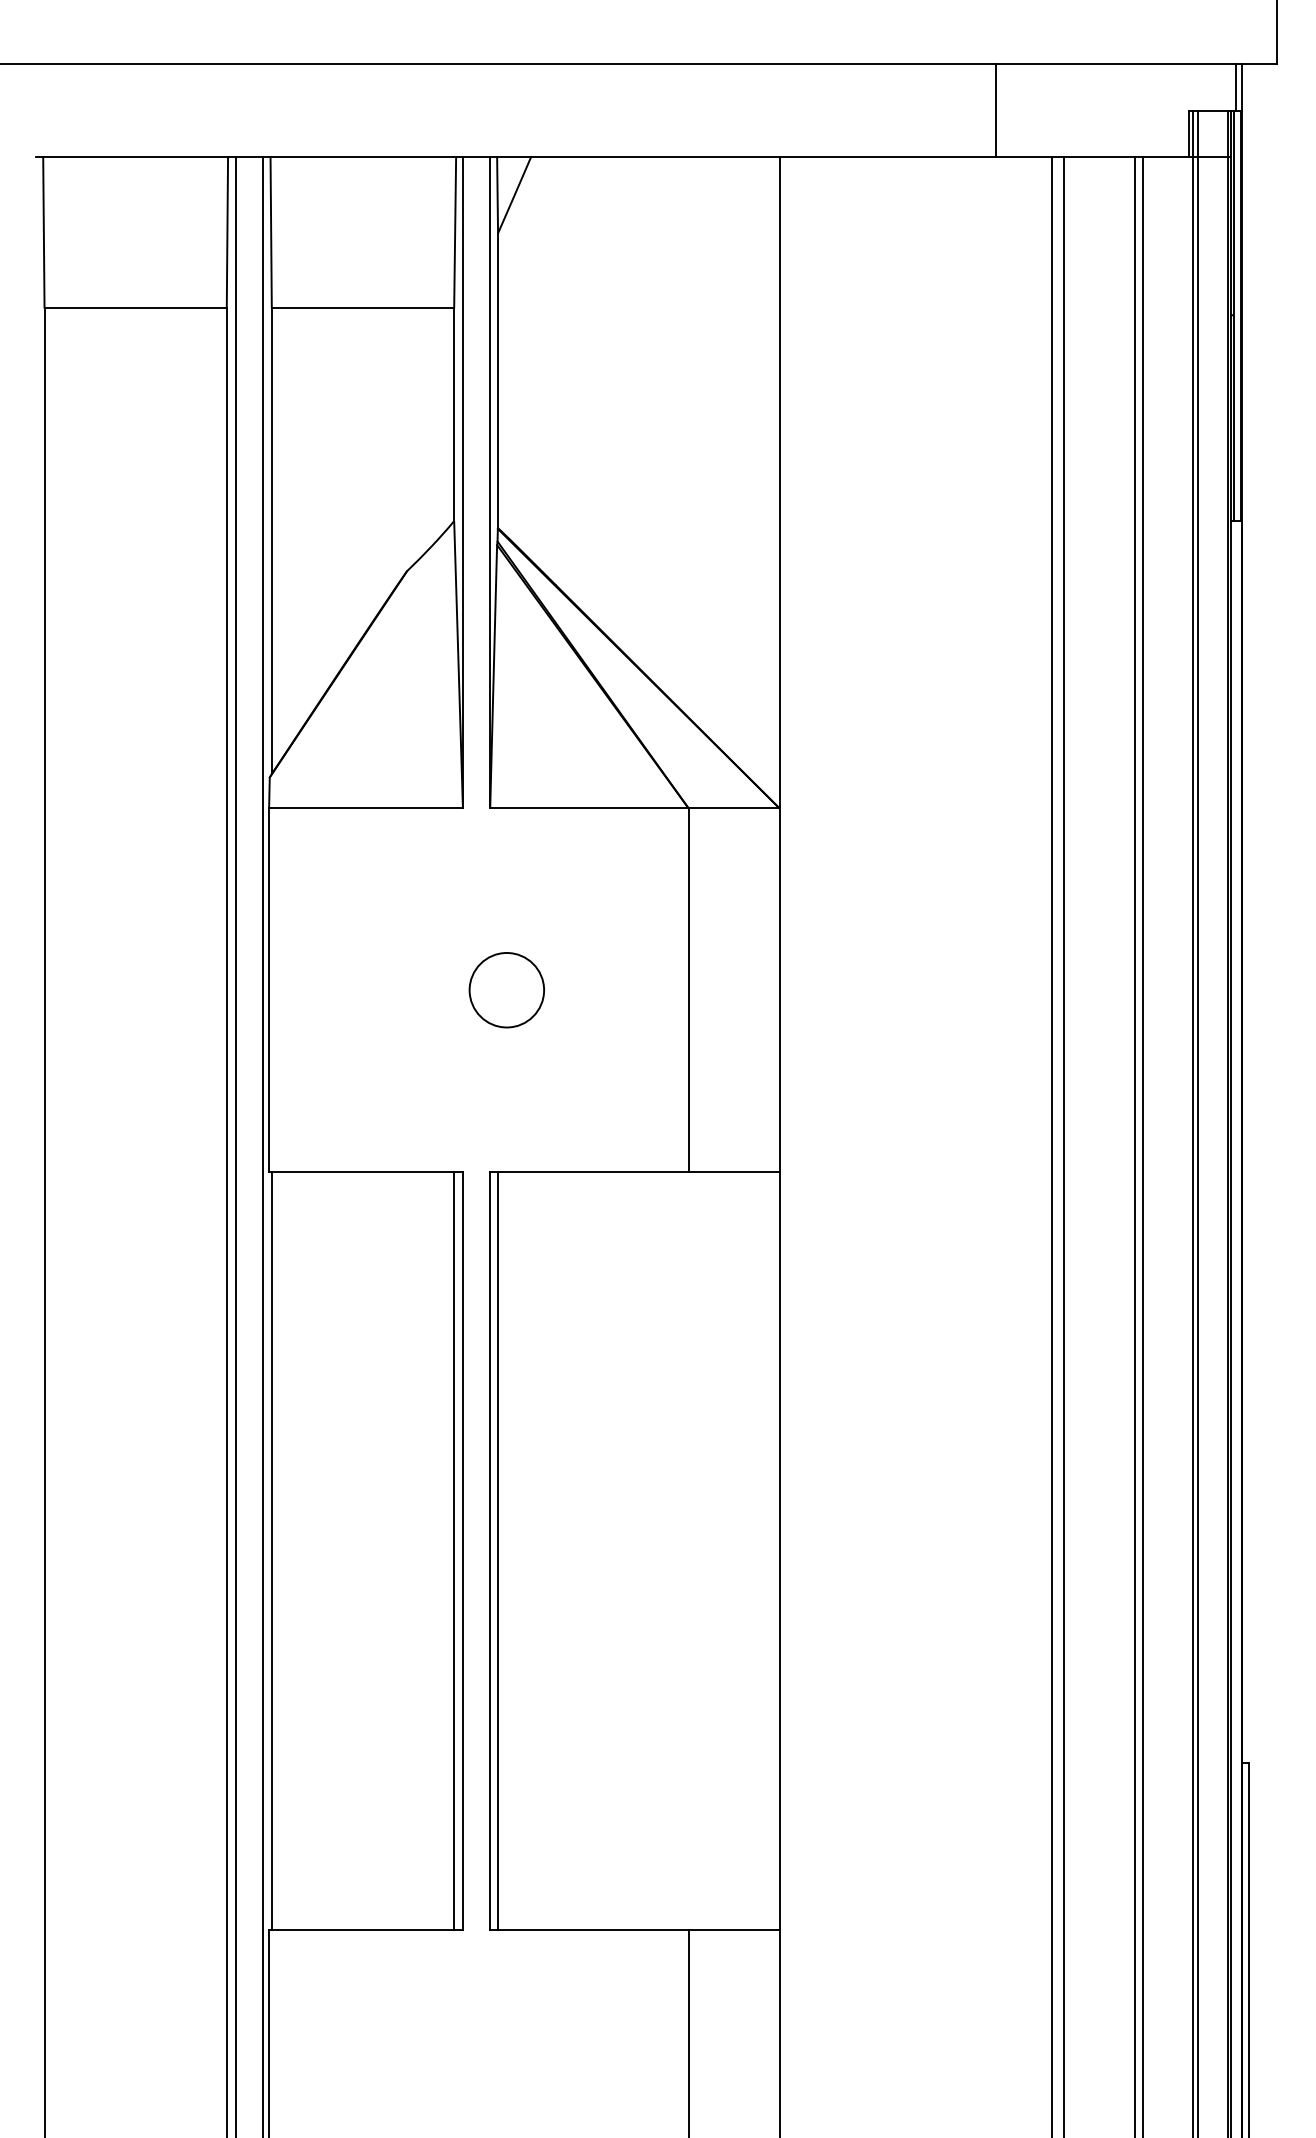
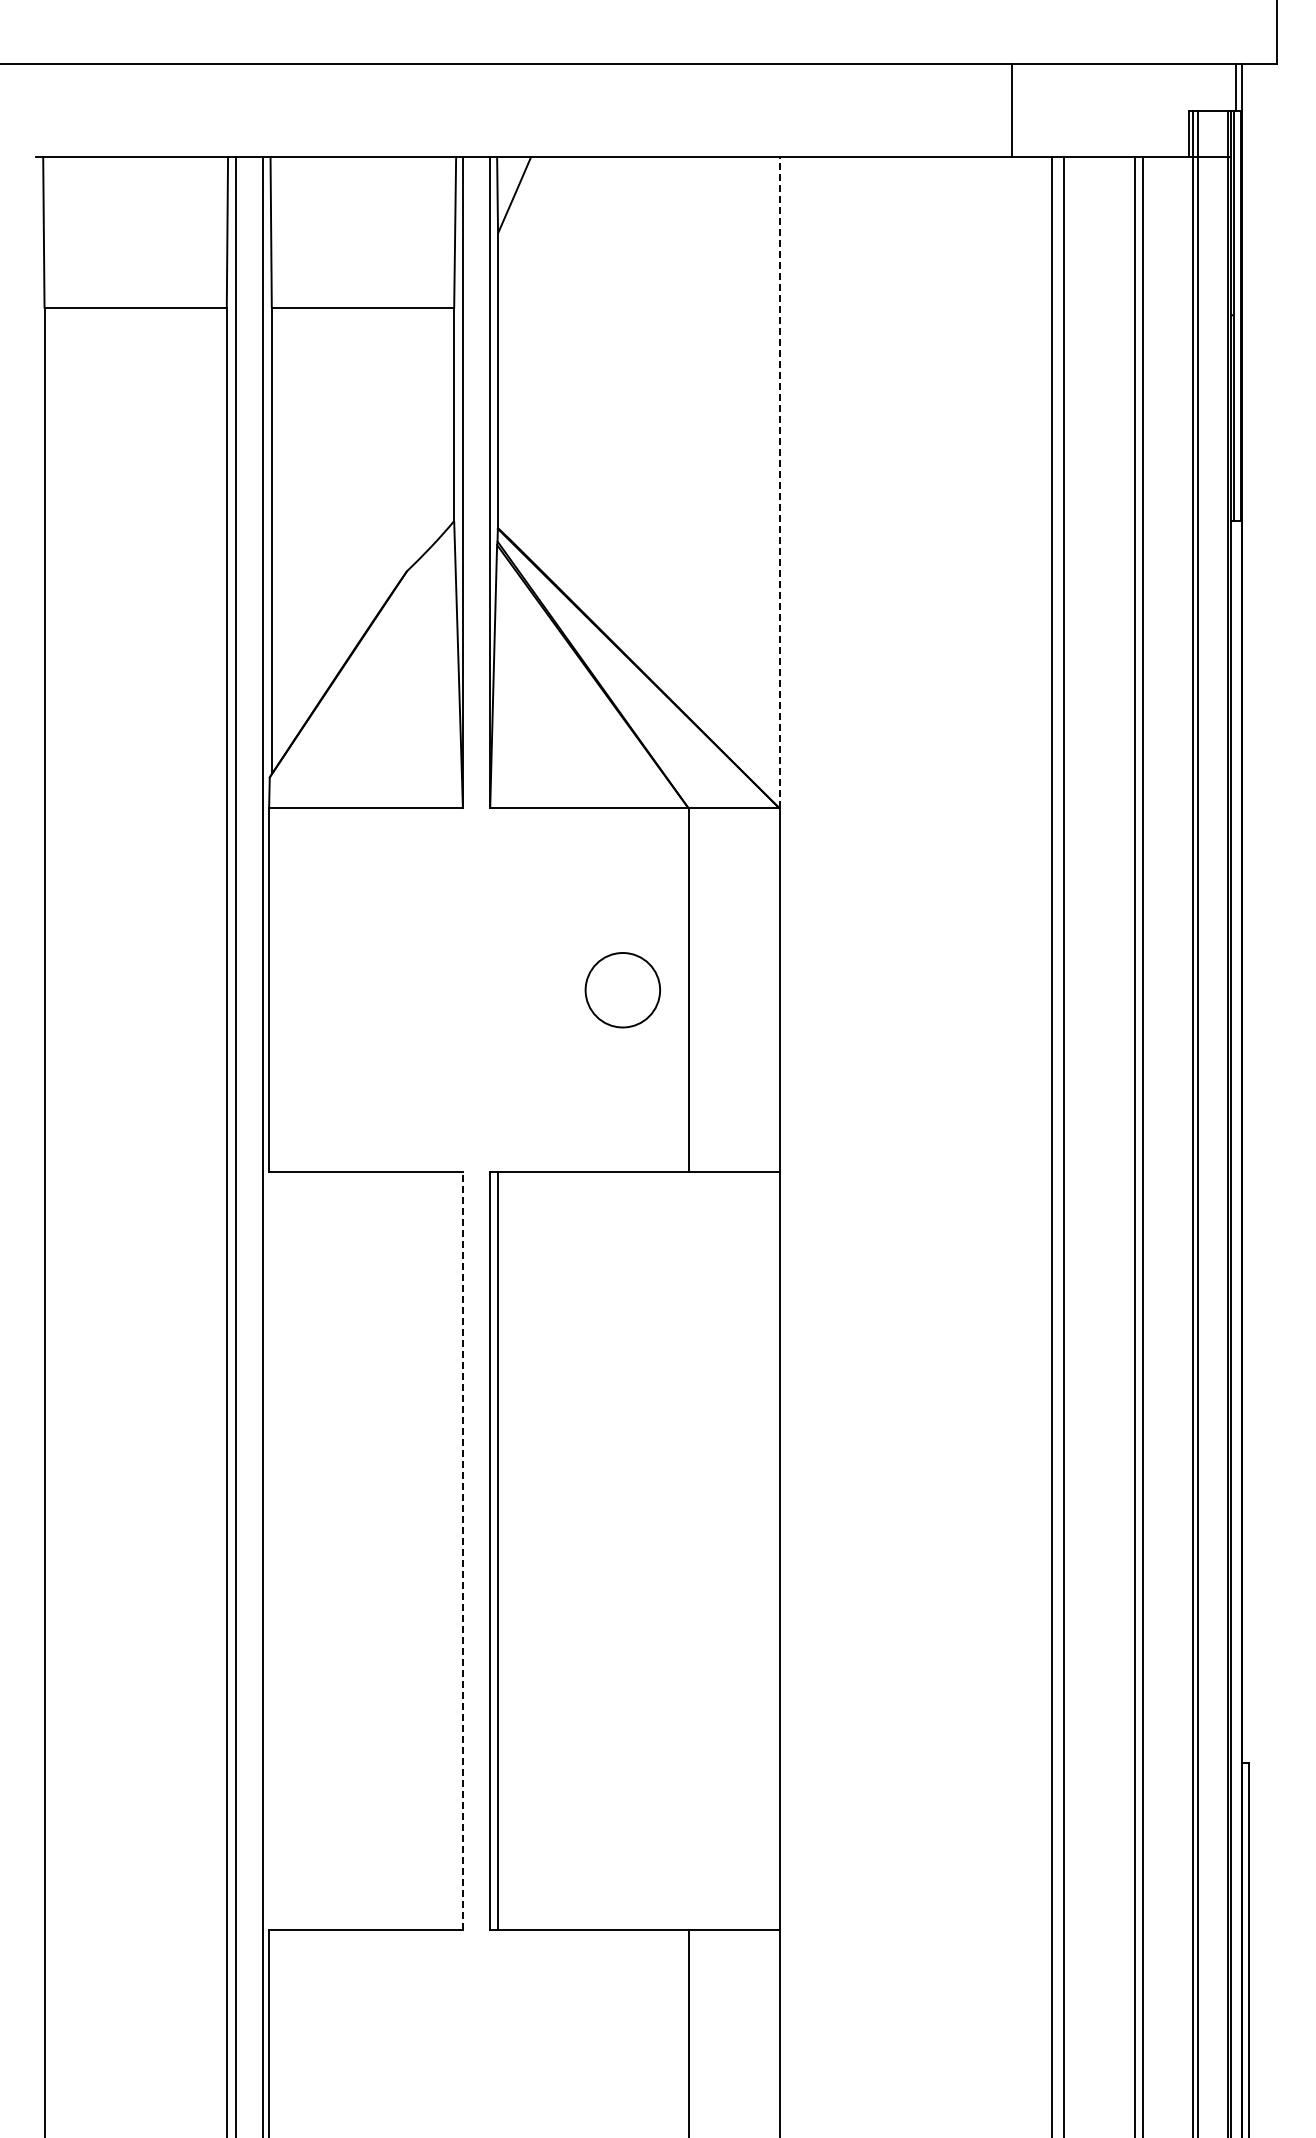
line at (996, 110) position: (996, 110) -> (1012, 110)
line at (779, 482): solid -> dashed
circle at (506, 990) position: (506, 990) -> (622, 990)
line at (271, 1550): present -> none
line at (454, 1550): present -> none
line at (462, 1550): solid -> dashed
